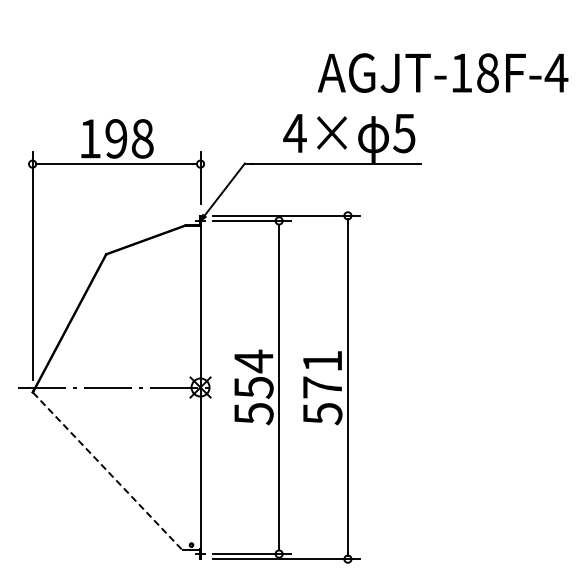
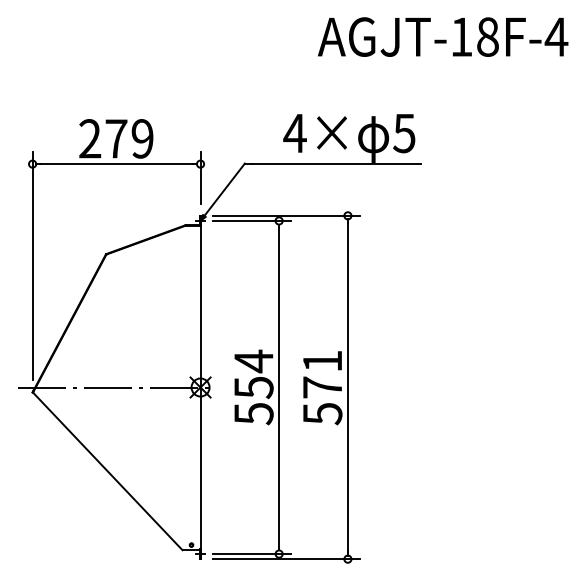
text at (443, 72) position: (443, 72) -> (443, 36)
text at (116, 138): 198 -> 279
line at (107, 471): dashed -> solid
